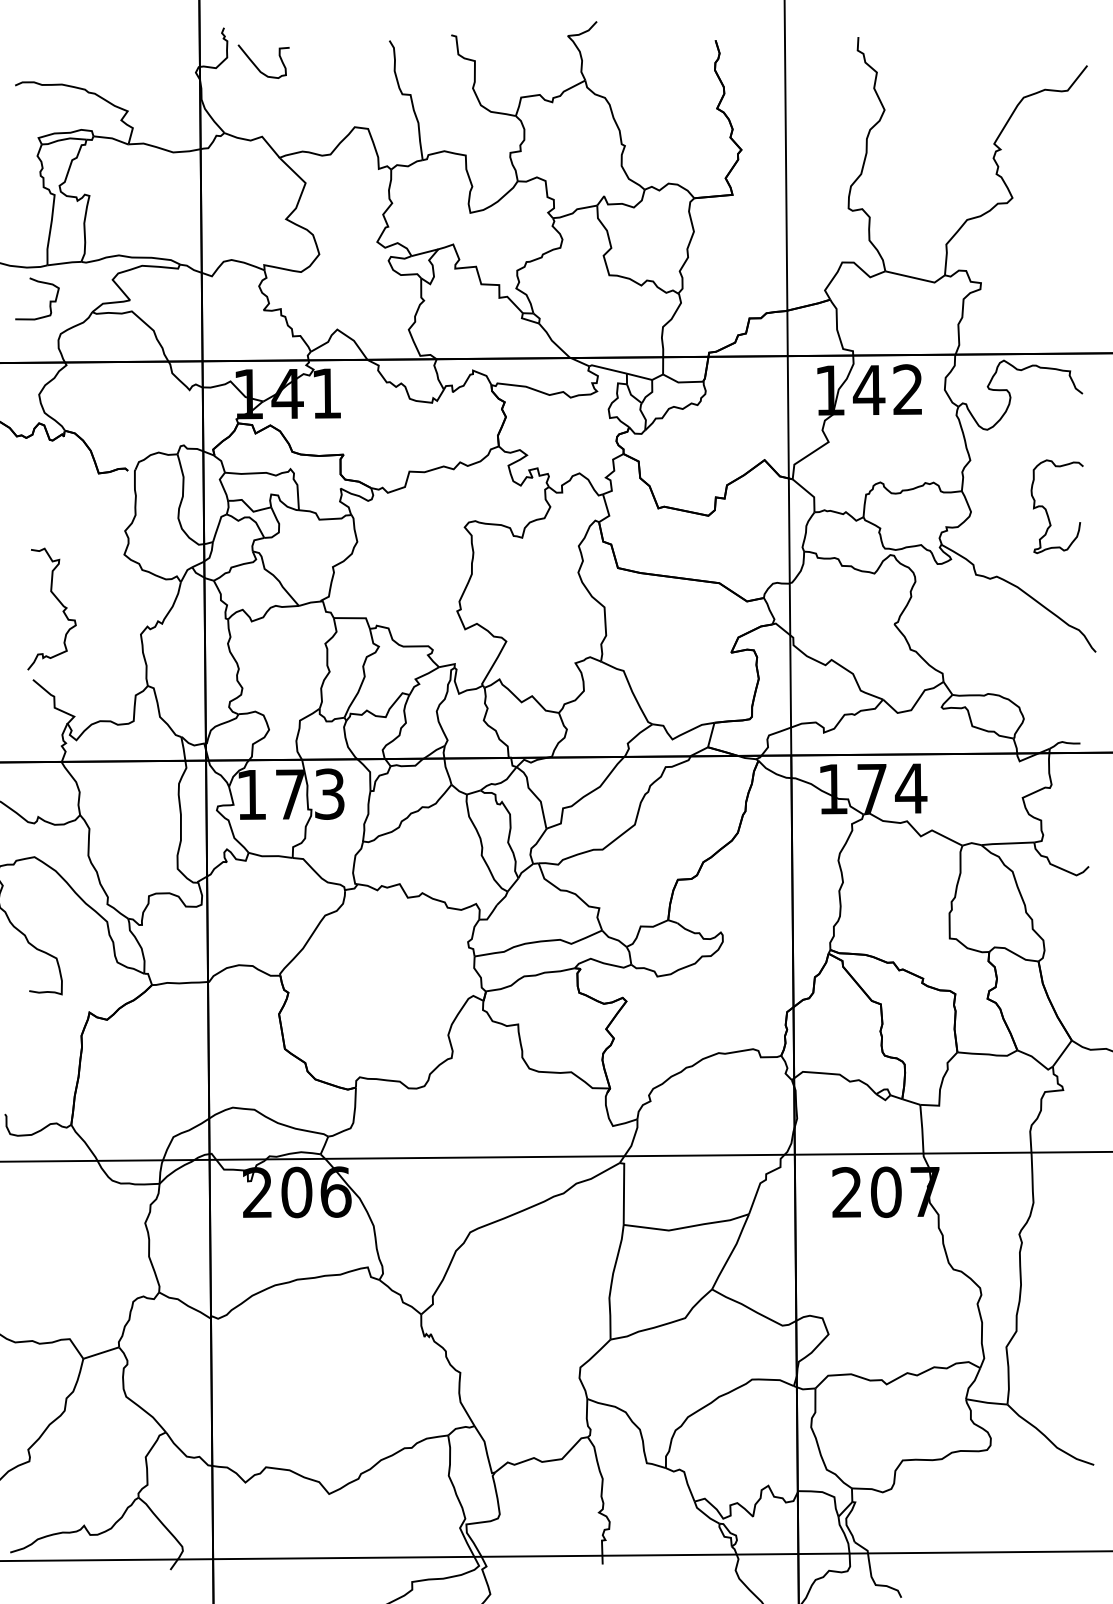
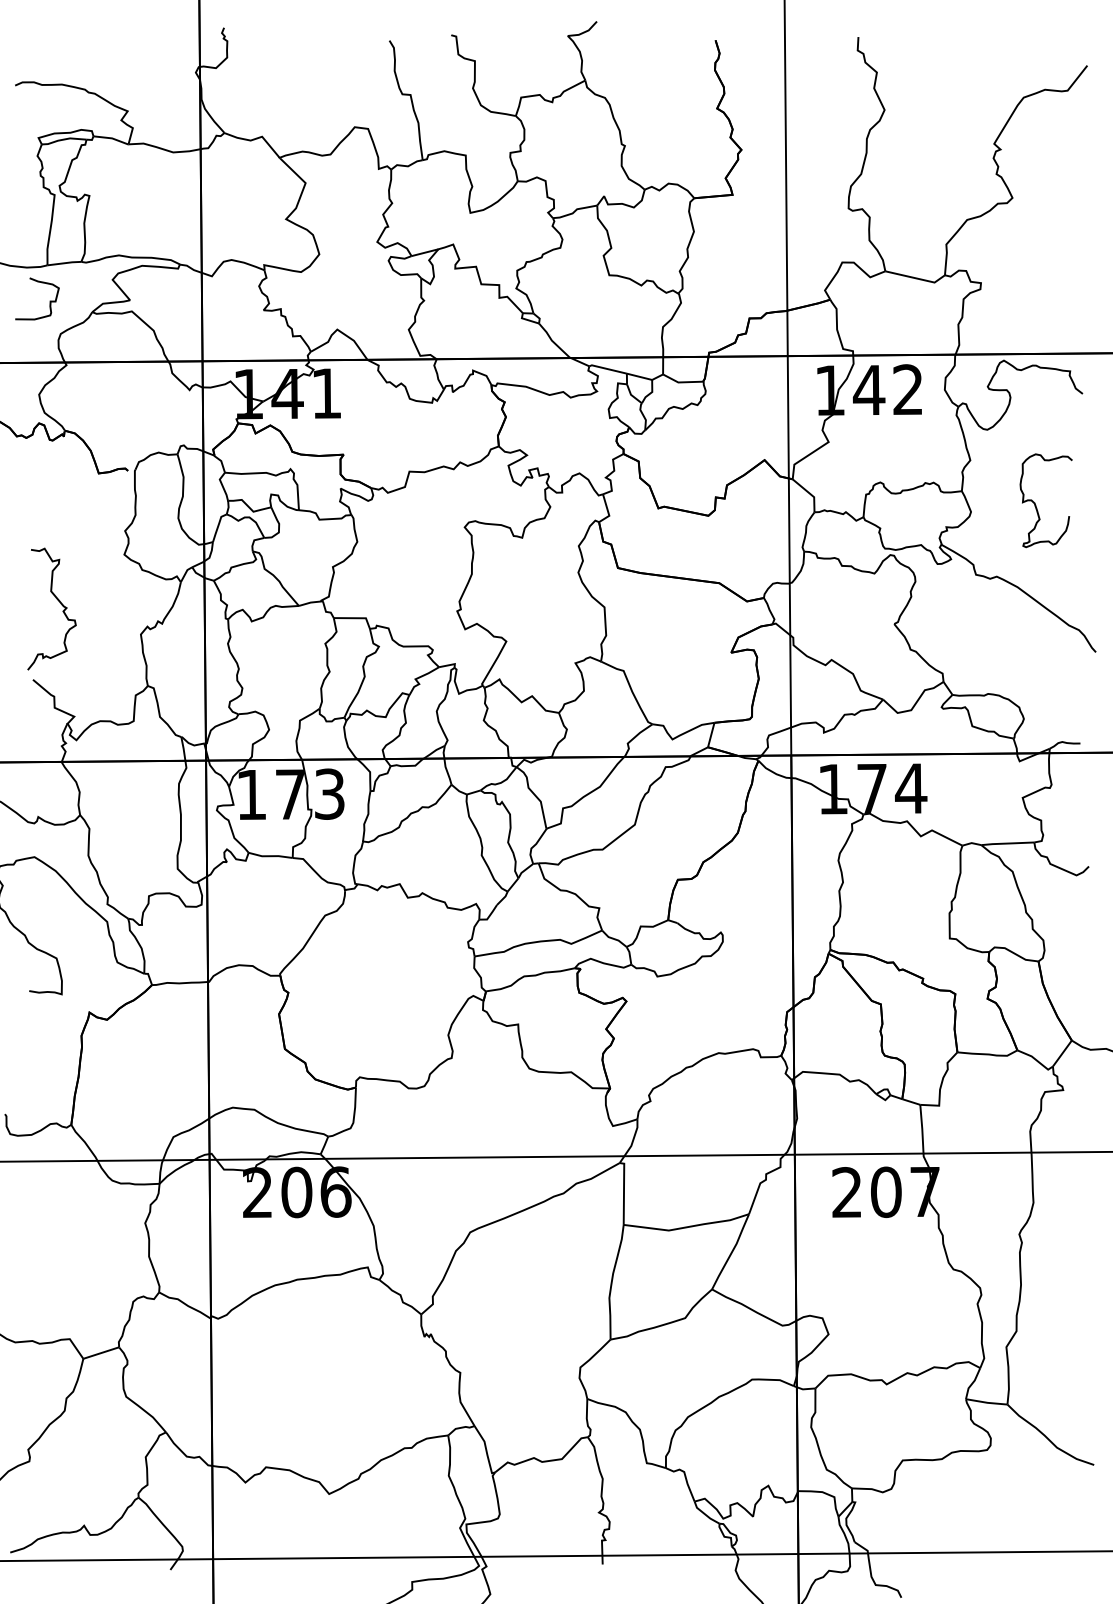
curve at (257, 66): present -> none
curve at (1046, 508) position: (1046, 508) -> (1035, 502)
